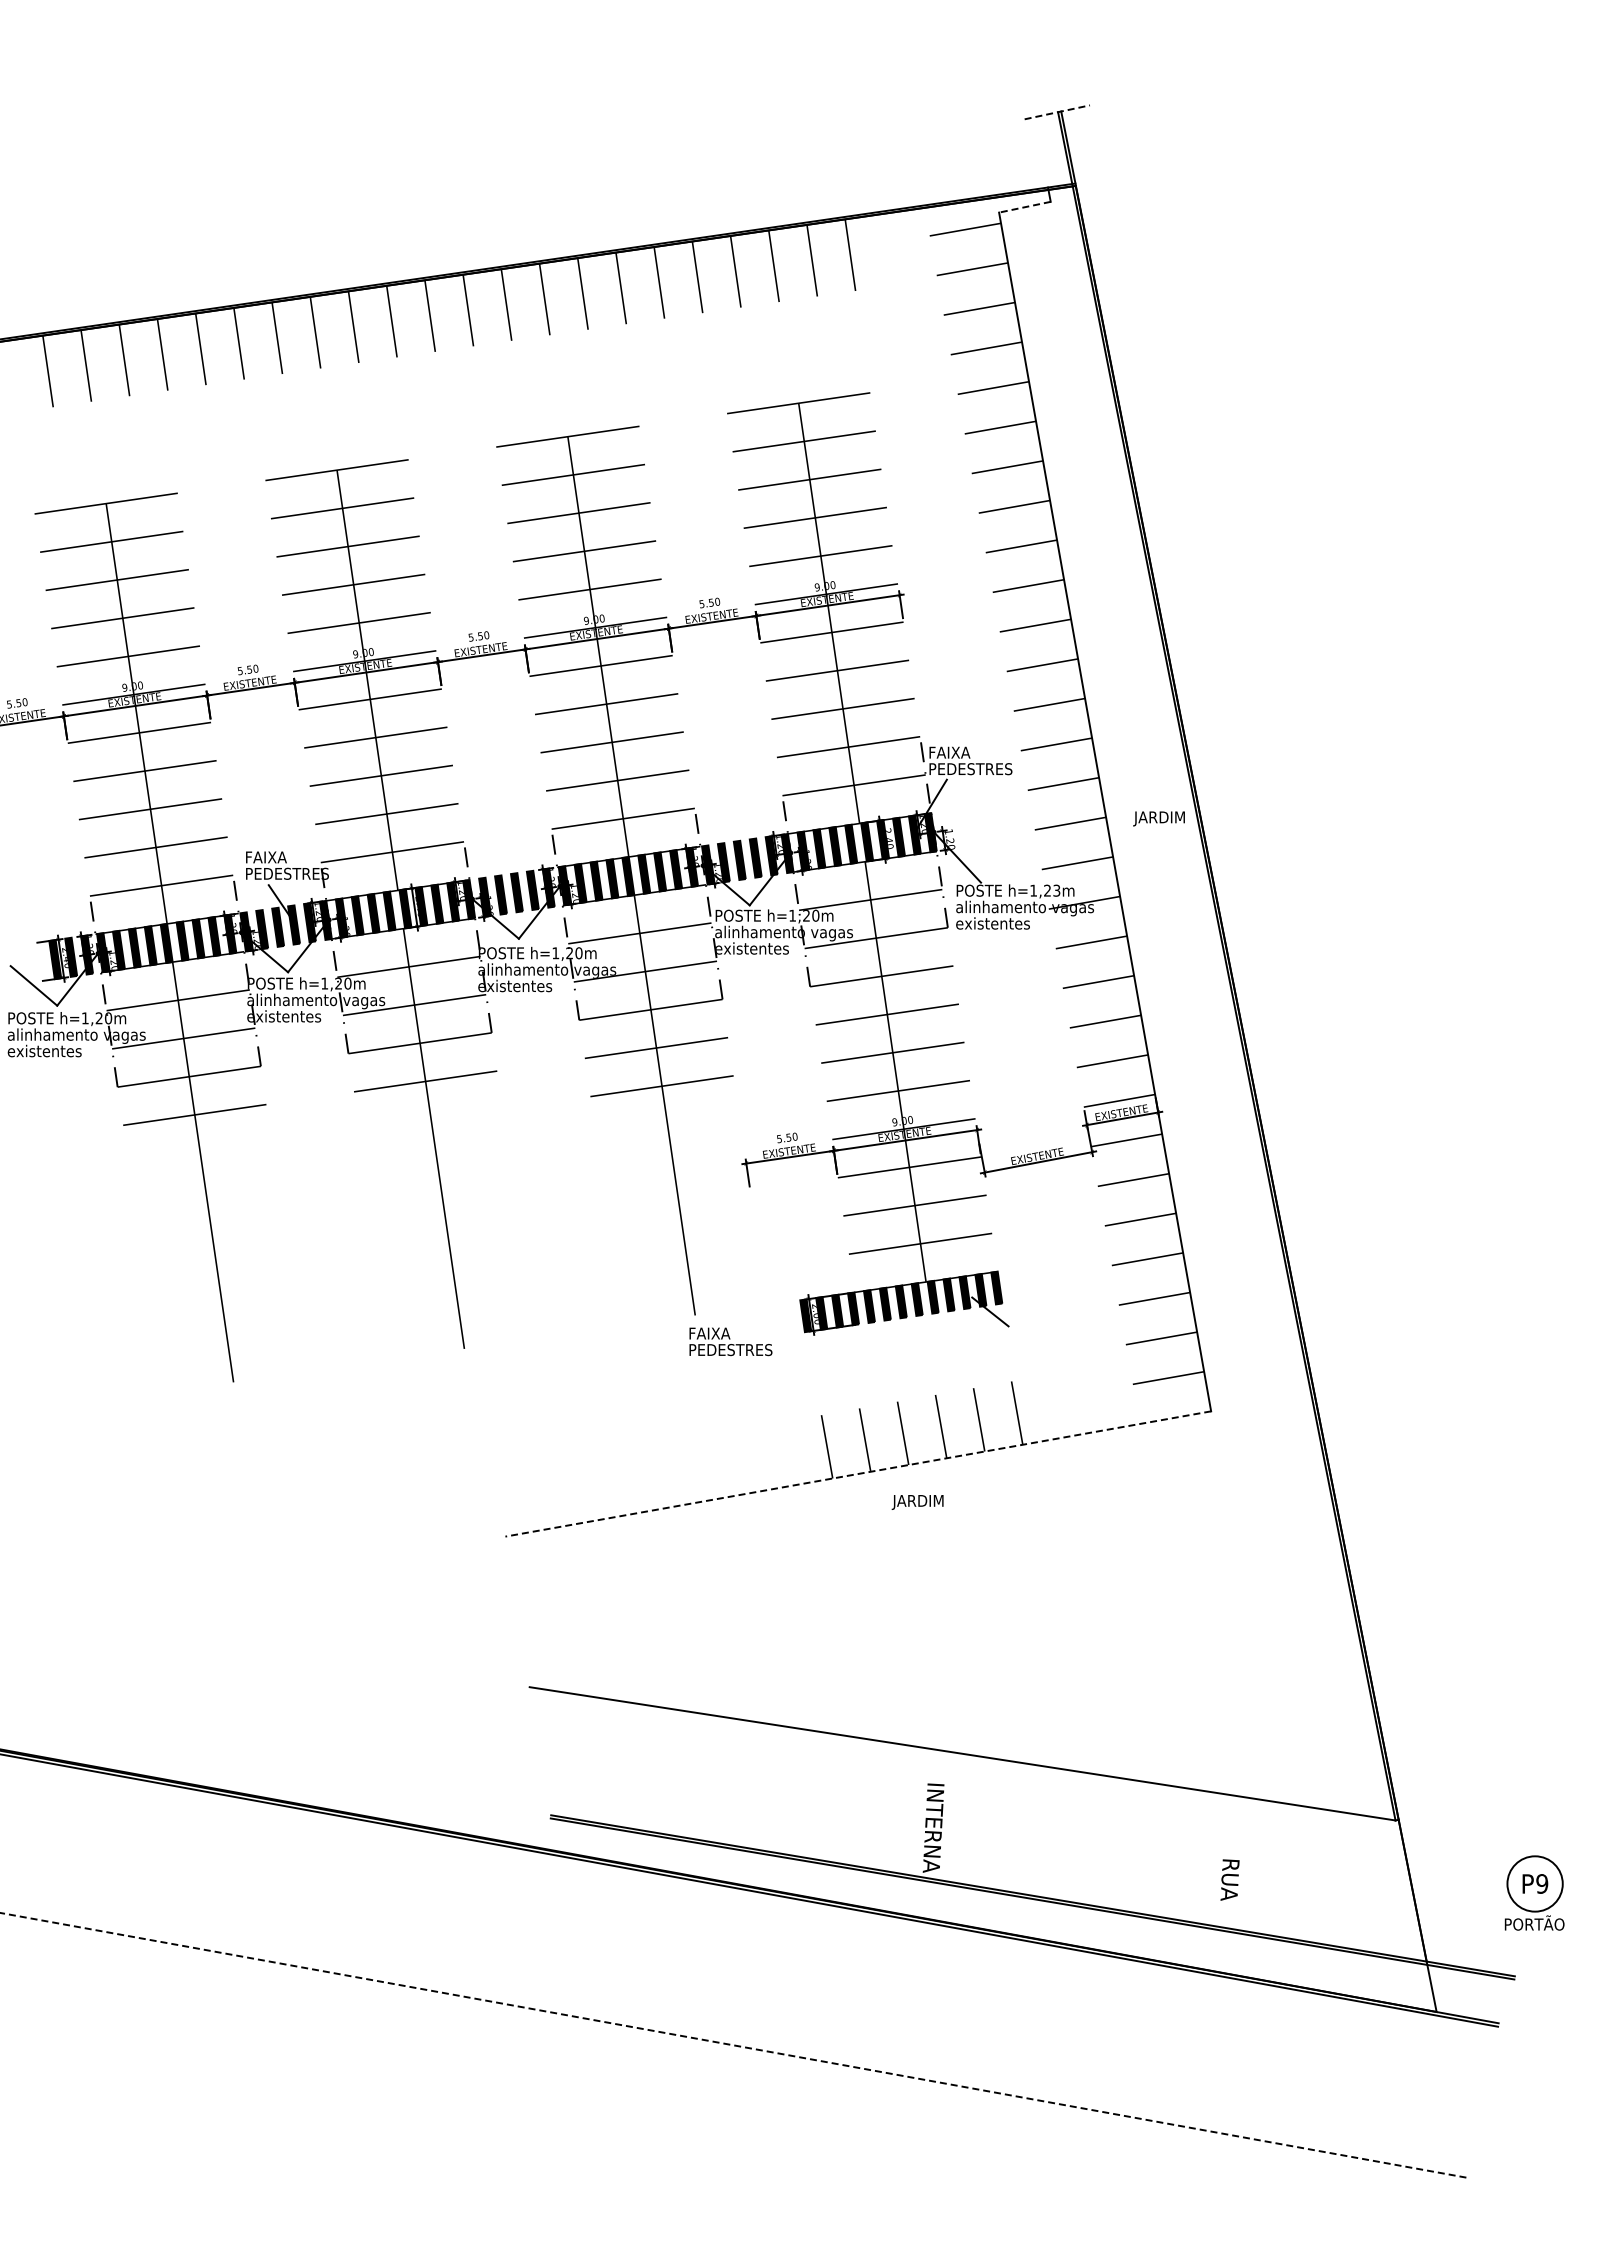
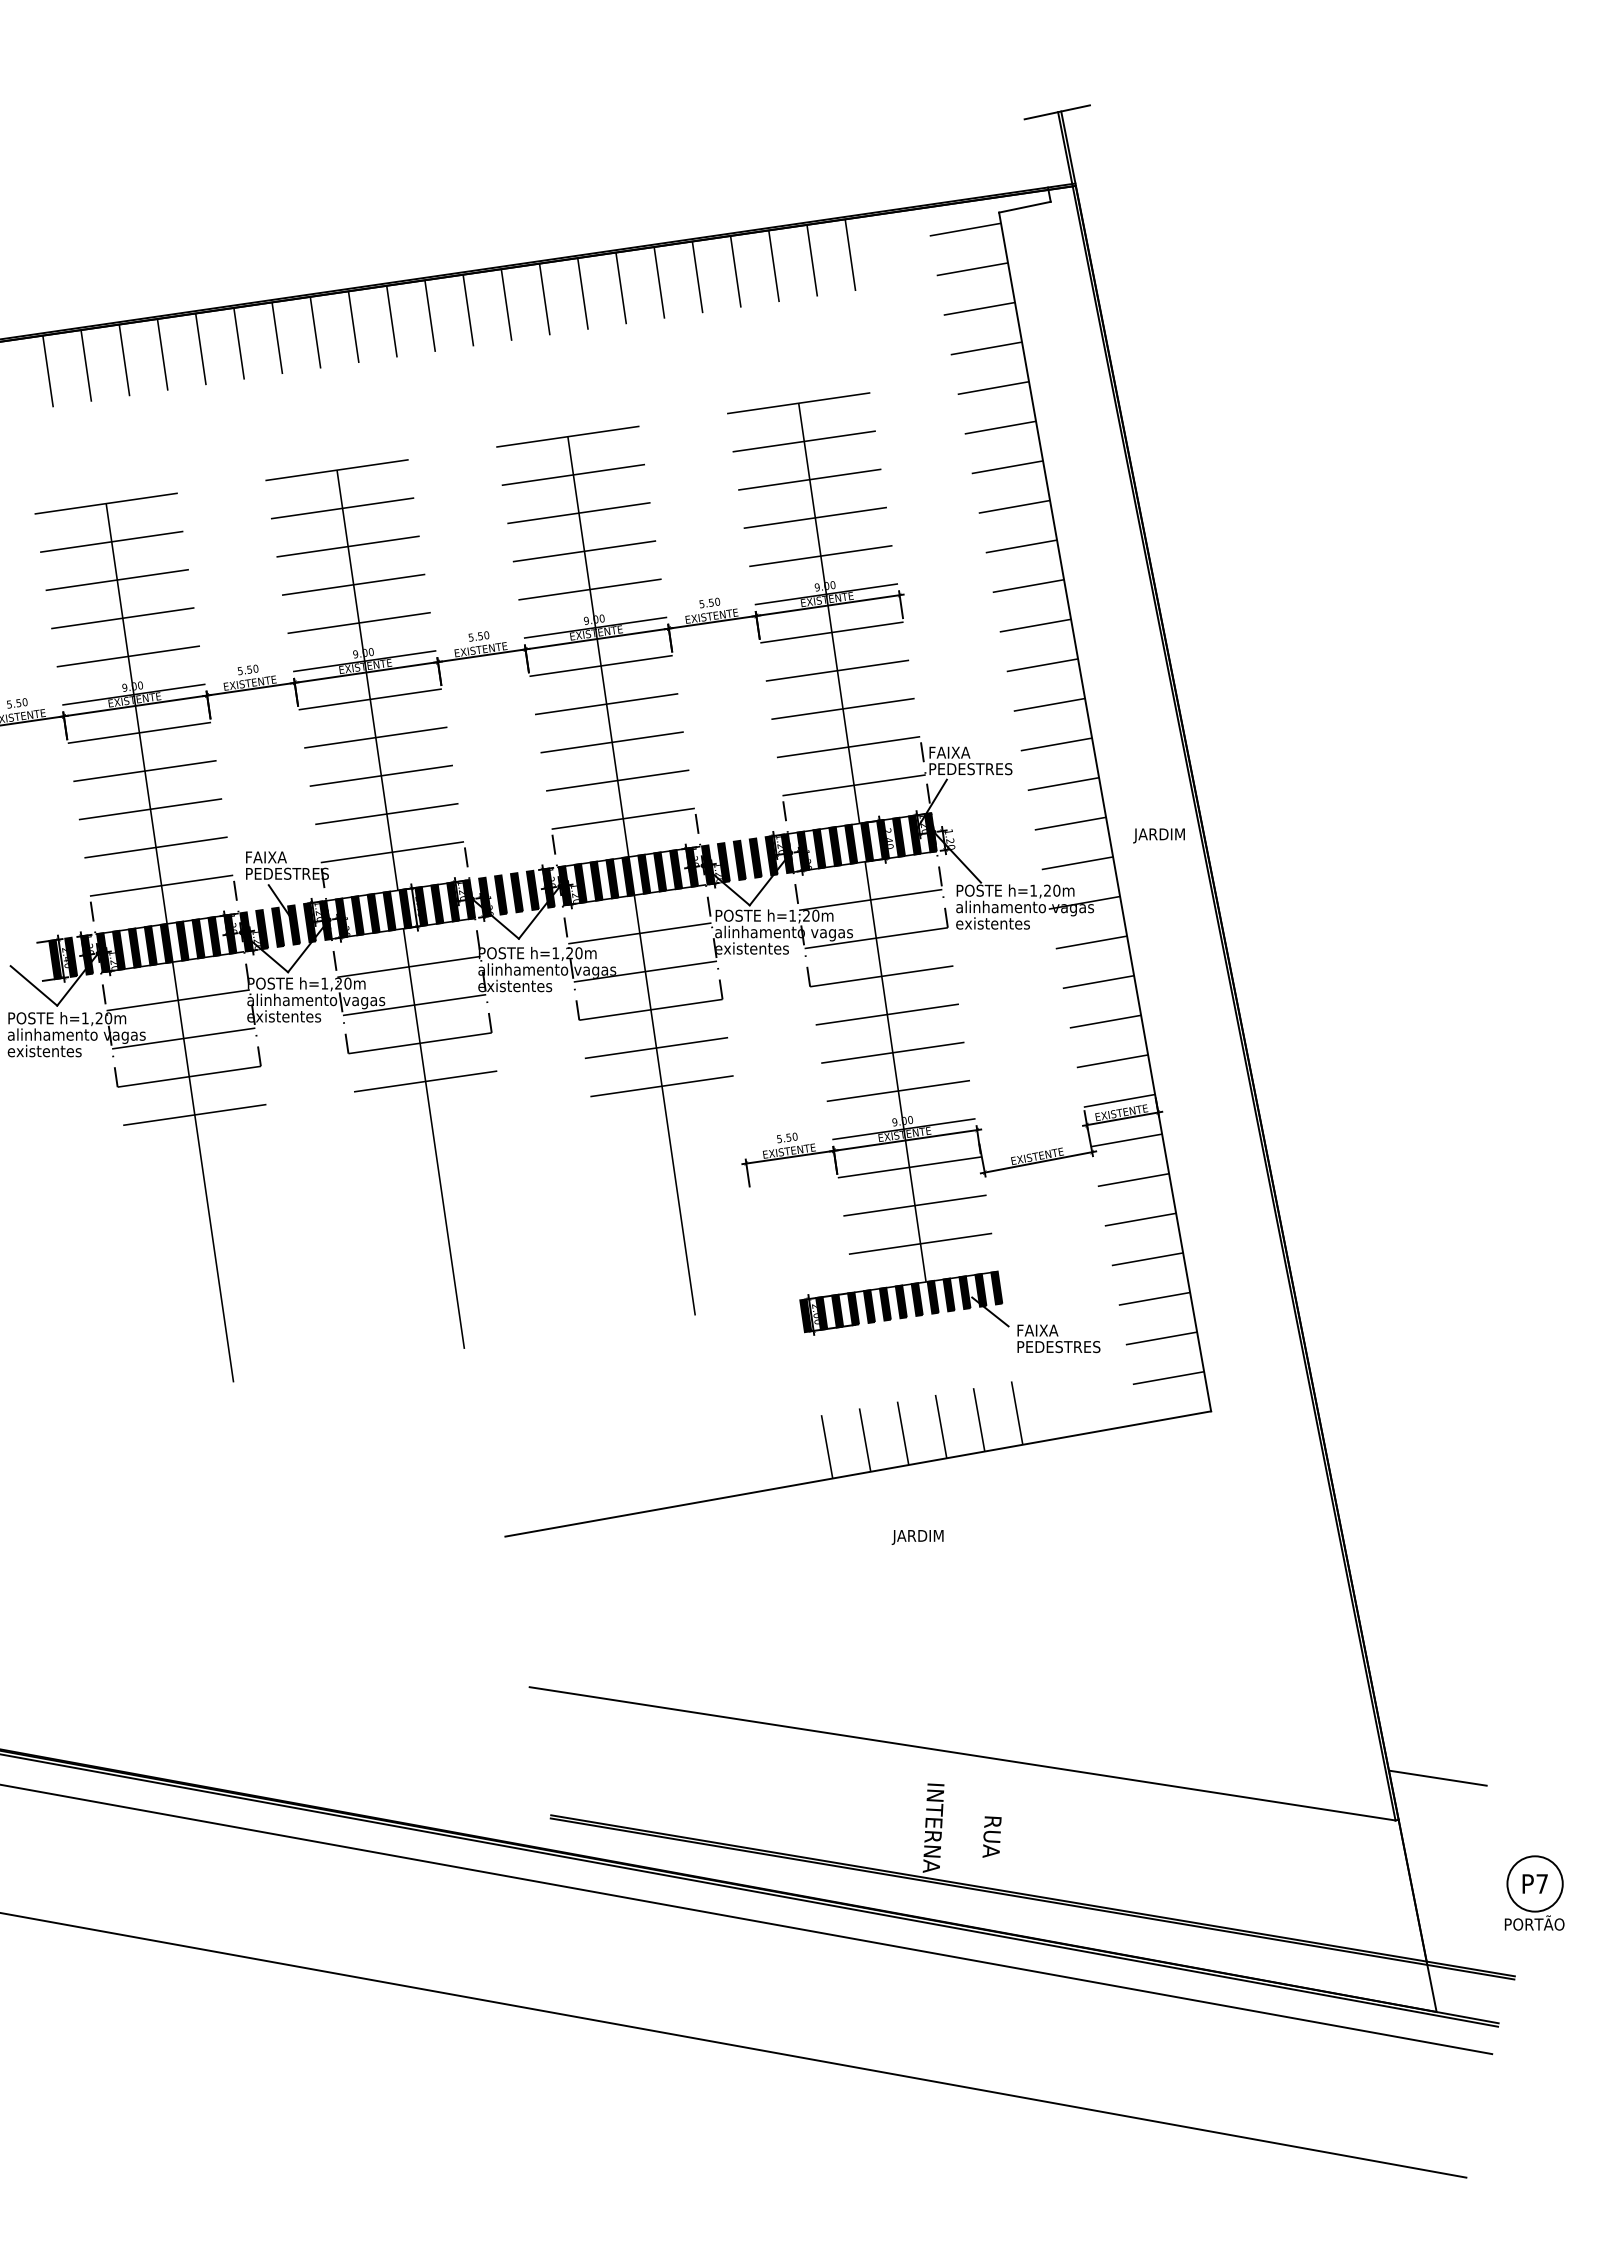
line at (1057, 112): dashed -> solid
line at (1024, 207): dashed -> solid
text at (1158, 818) position: (1158, 818) -> (1158, 835)
text at (1056, 890): h=1,23m -> h=1,20m
text at (730, 1341) position: (730, 1341) -> (1058, 1338)
line at (857, 1474): dashed -> solid
text at (917, 1502) position: (917, 1502) -> (917, 1537)
line at (1437, 1777): none -> present
text at (1229, 1879) position: (1229, 1879) -> (991, 1836)
text at (1542, 1883): P9 -> P7
line at (747, 1919): none -> present
line at (733, 2045): dashed -> solid
